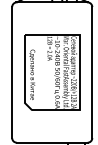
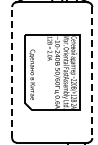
line at (12, 72): solid -> dashed
line at (92, 72): solid -> dashed
